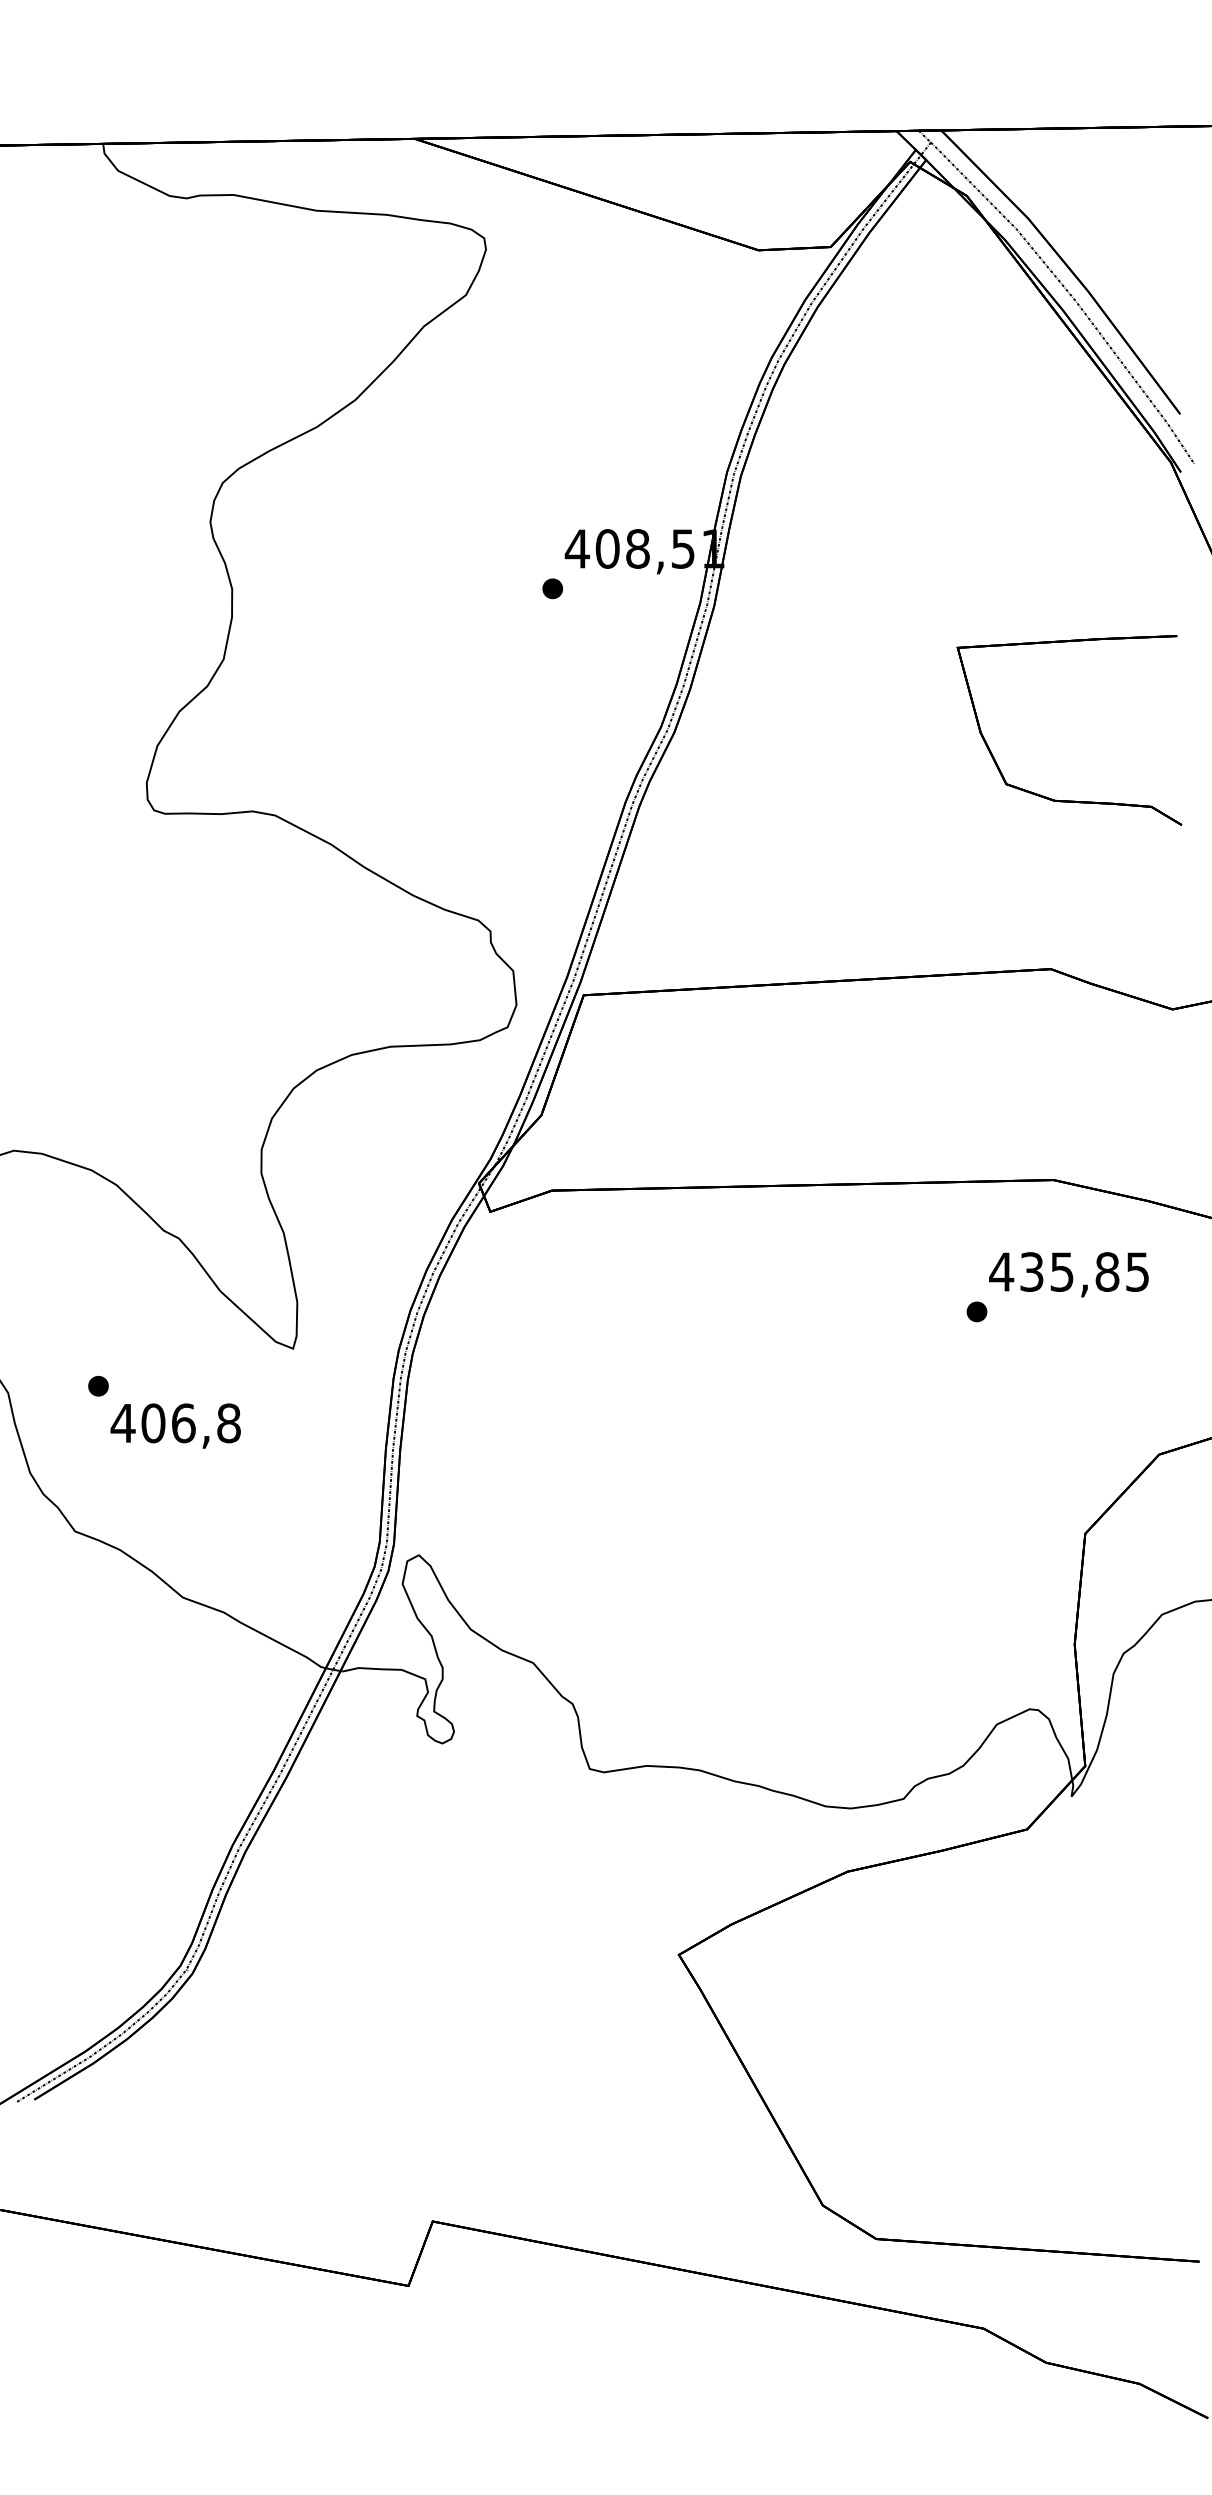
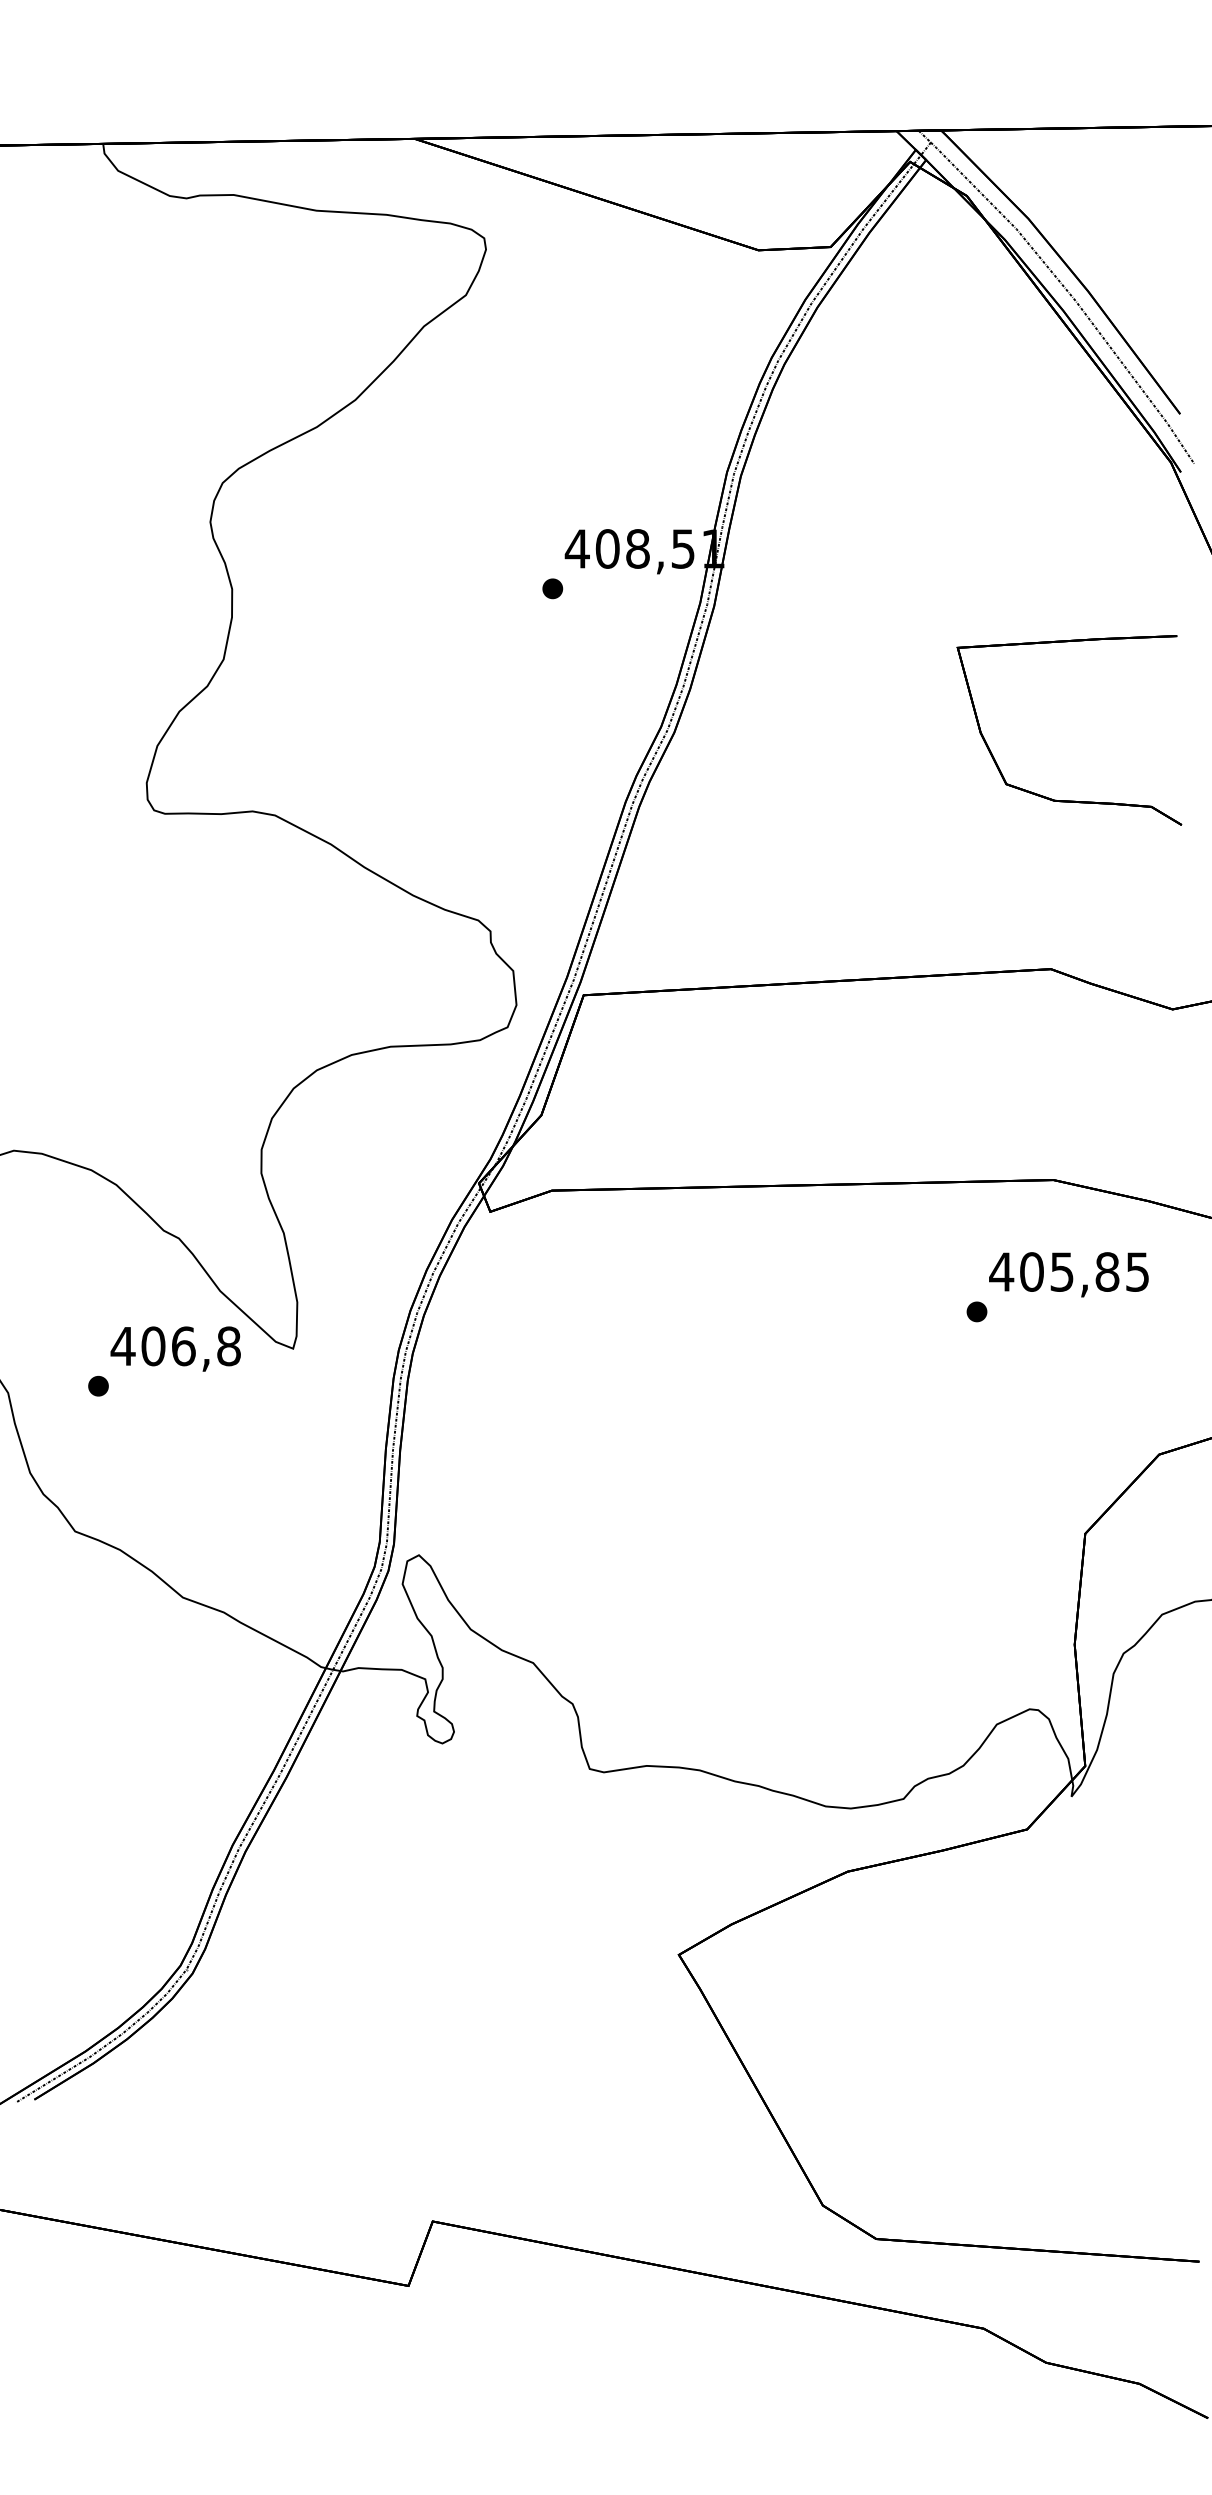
text at (1031, 1271): 435,85 -> 405,85
text at (175, 1425) position: (175, 1425) -> (175, 1348)
